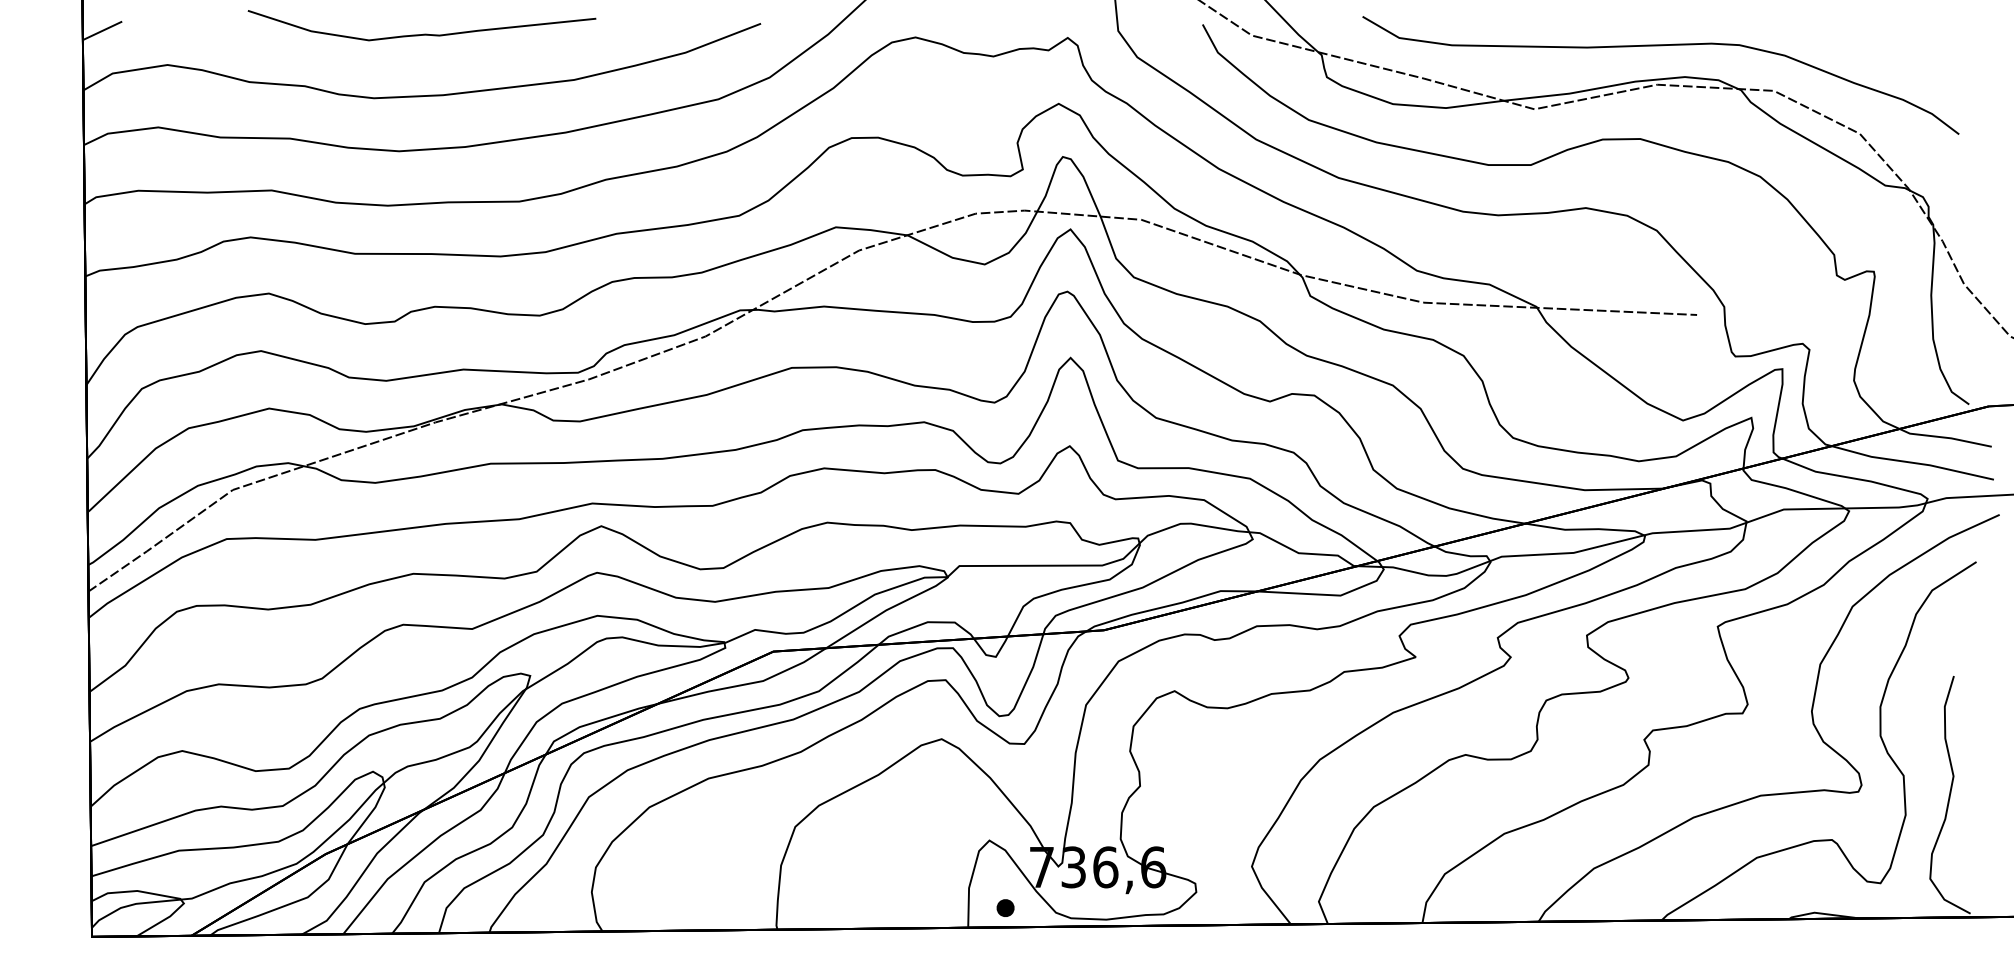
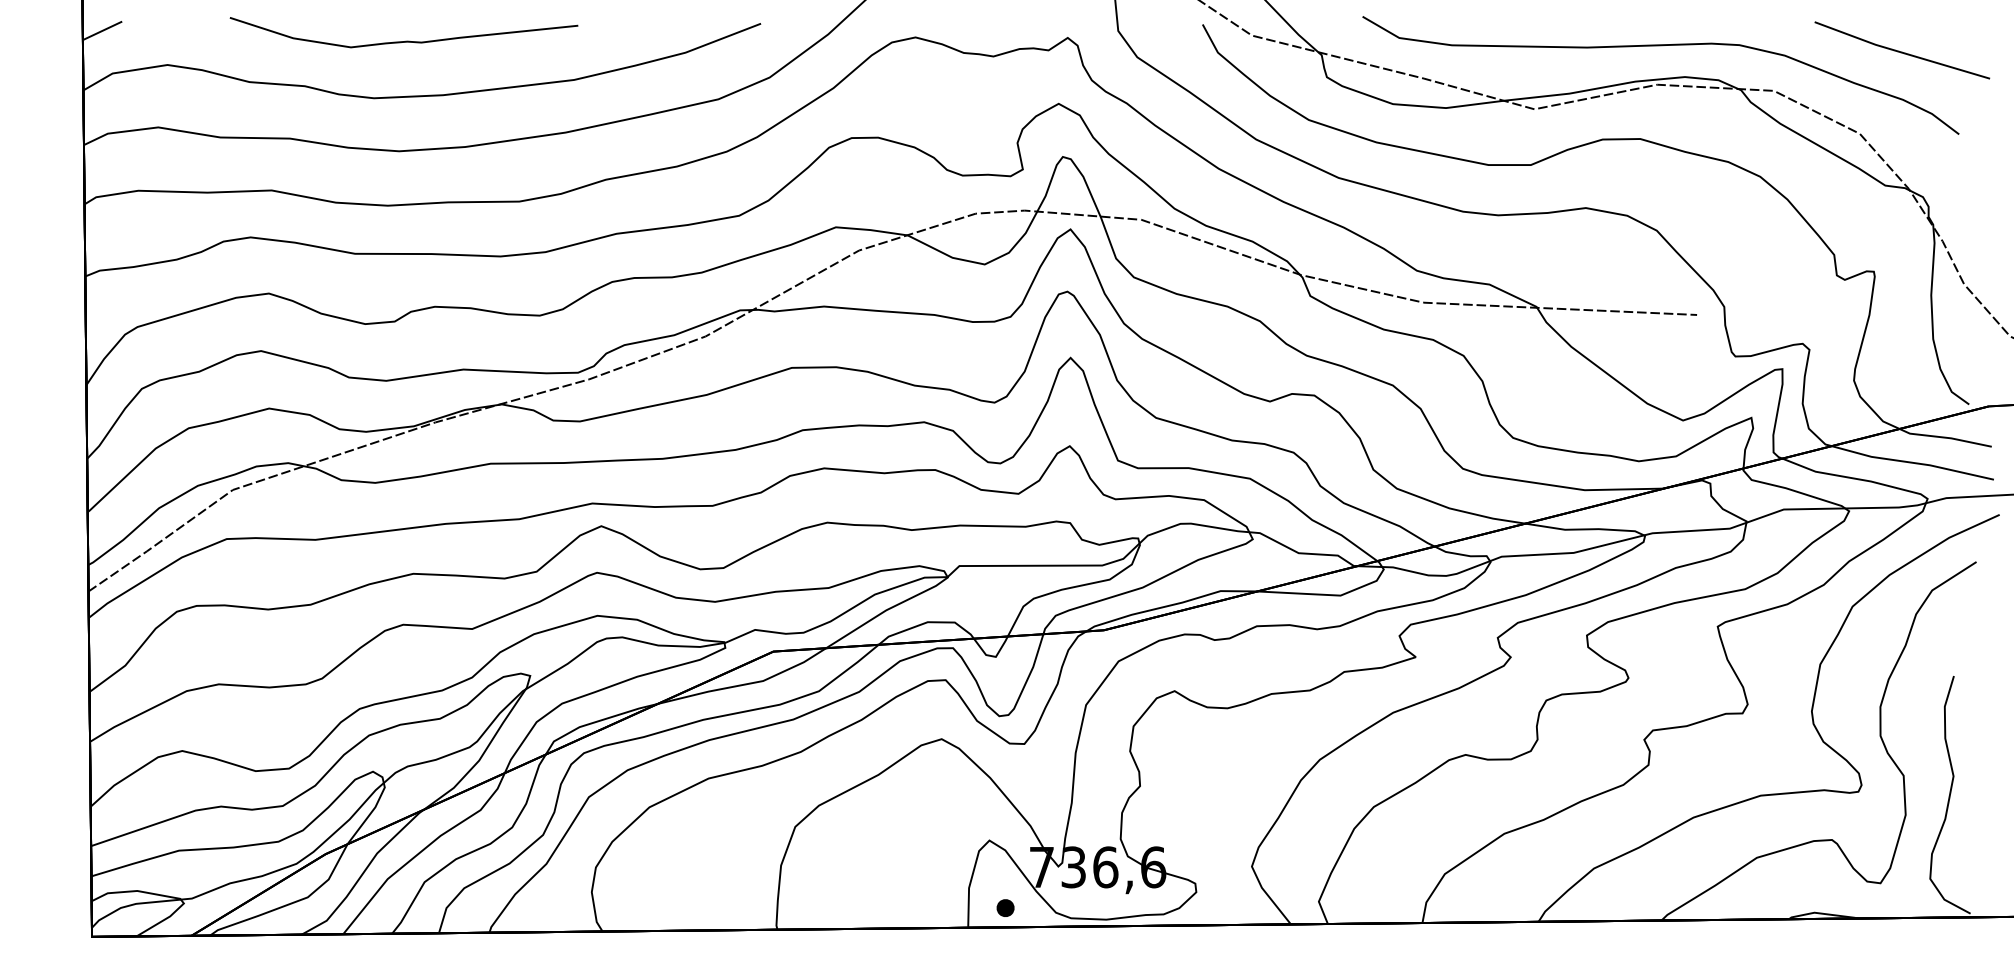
curve at (423, 33) position: (423, 33) -> (405, 40)
line at (1902, 51): none -> present
